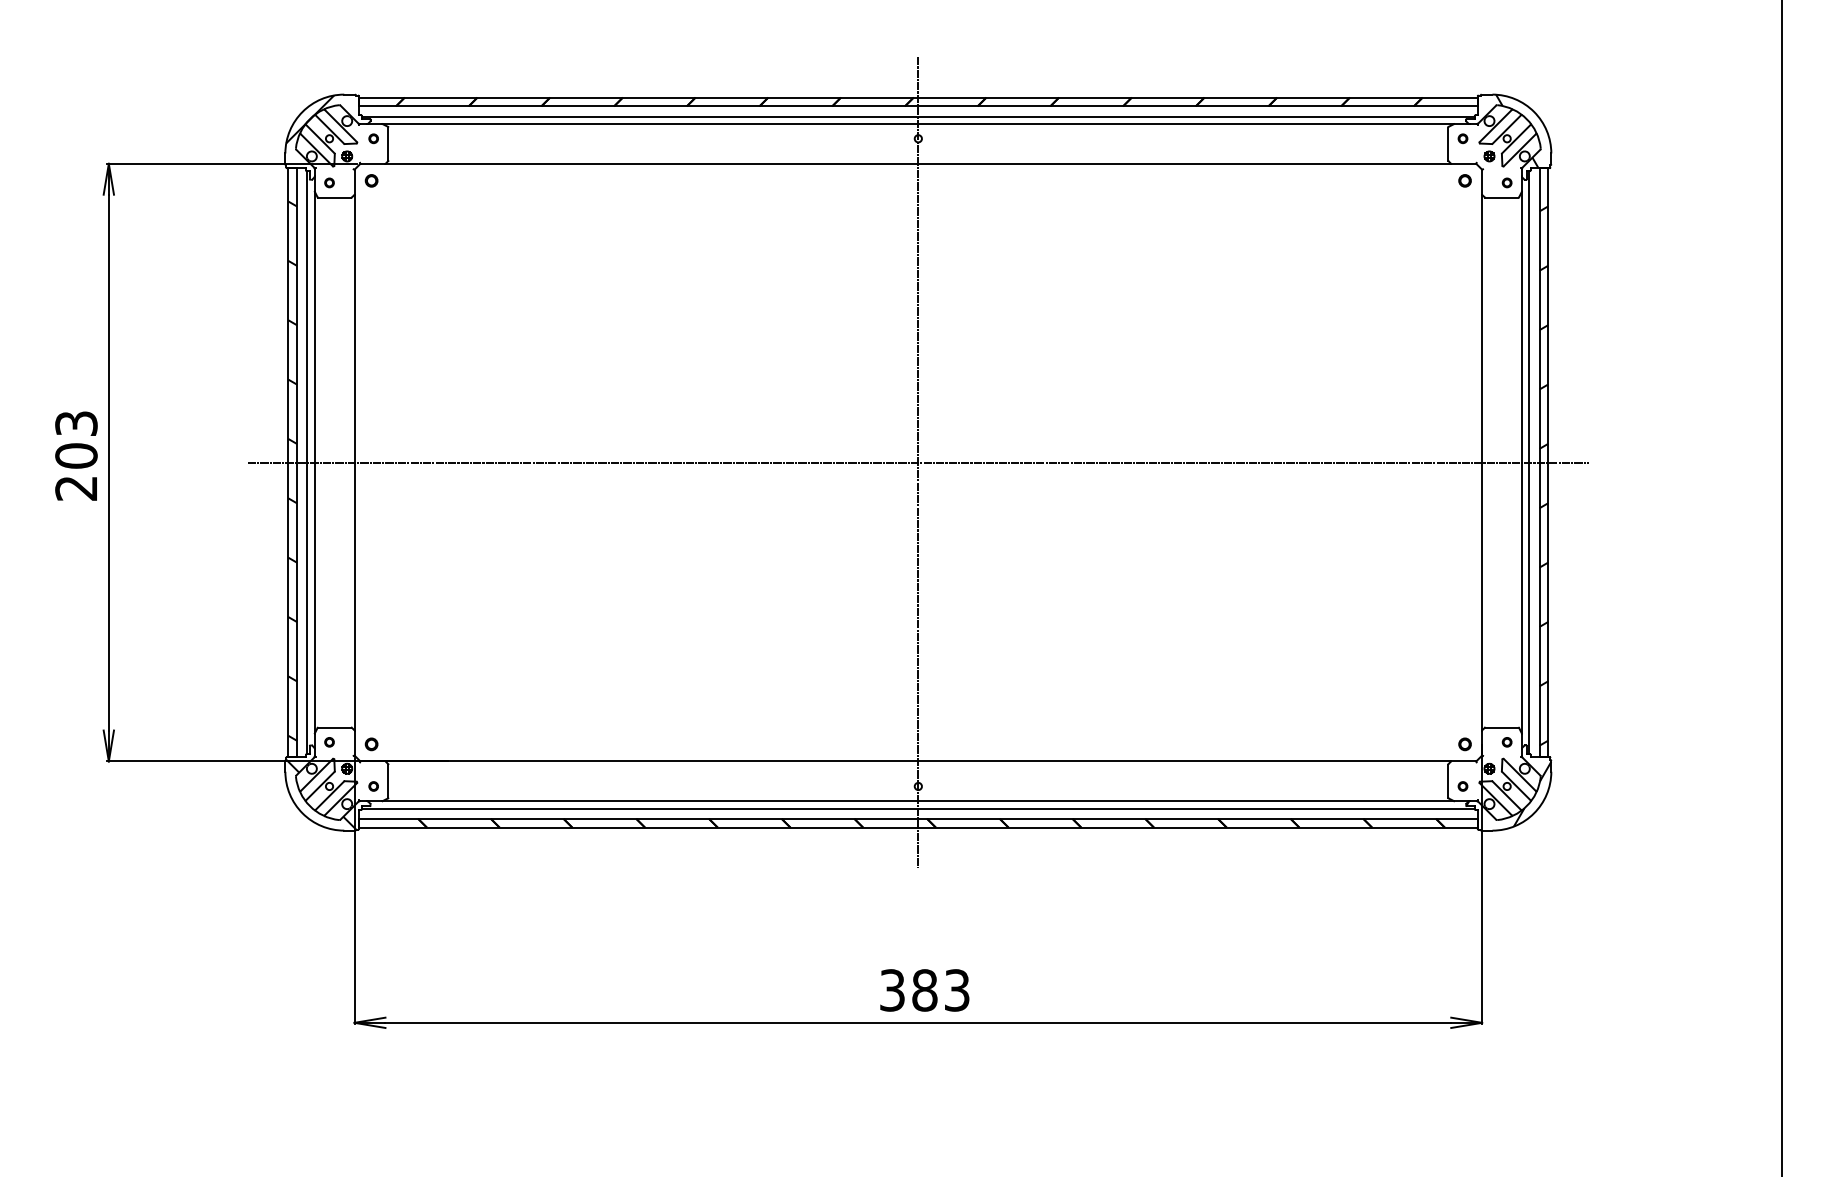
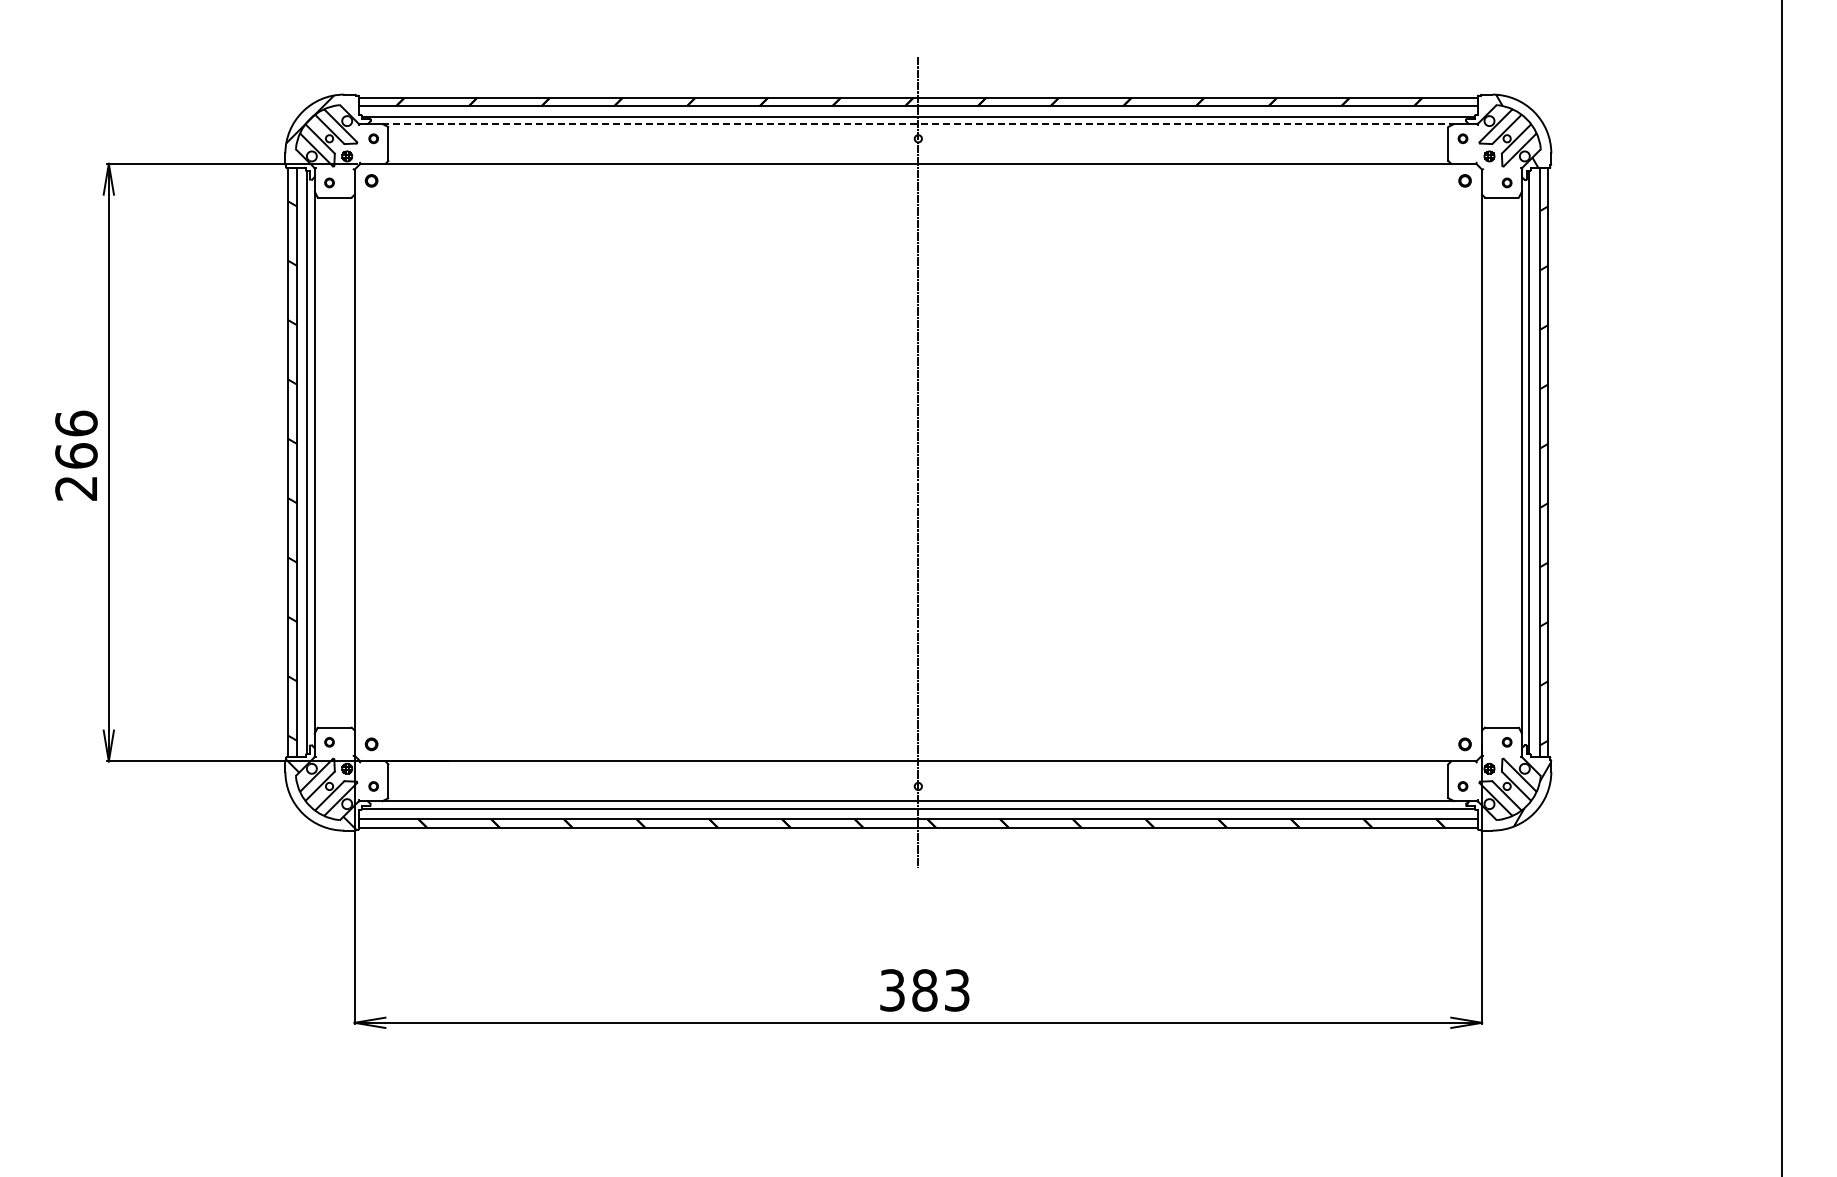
line at (918, 124): solid -> dashed
text at (76, 439): 203 -> 266
line at (917, 462): present -> none
